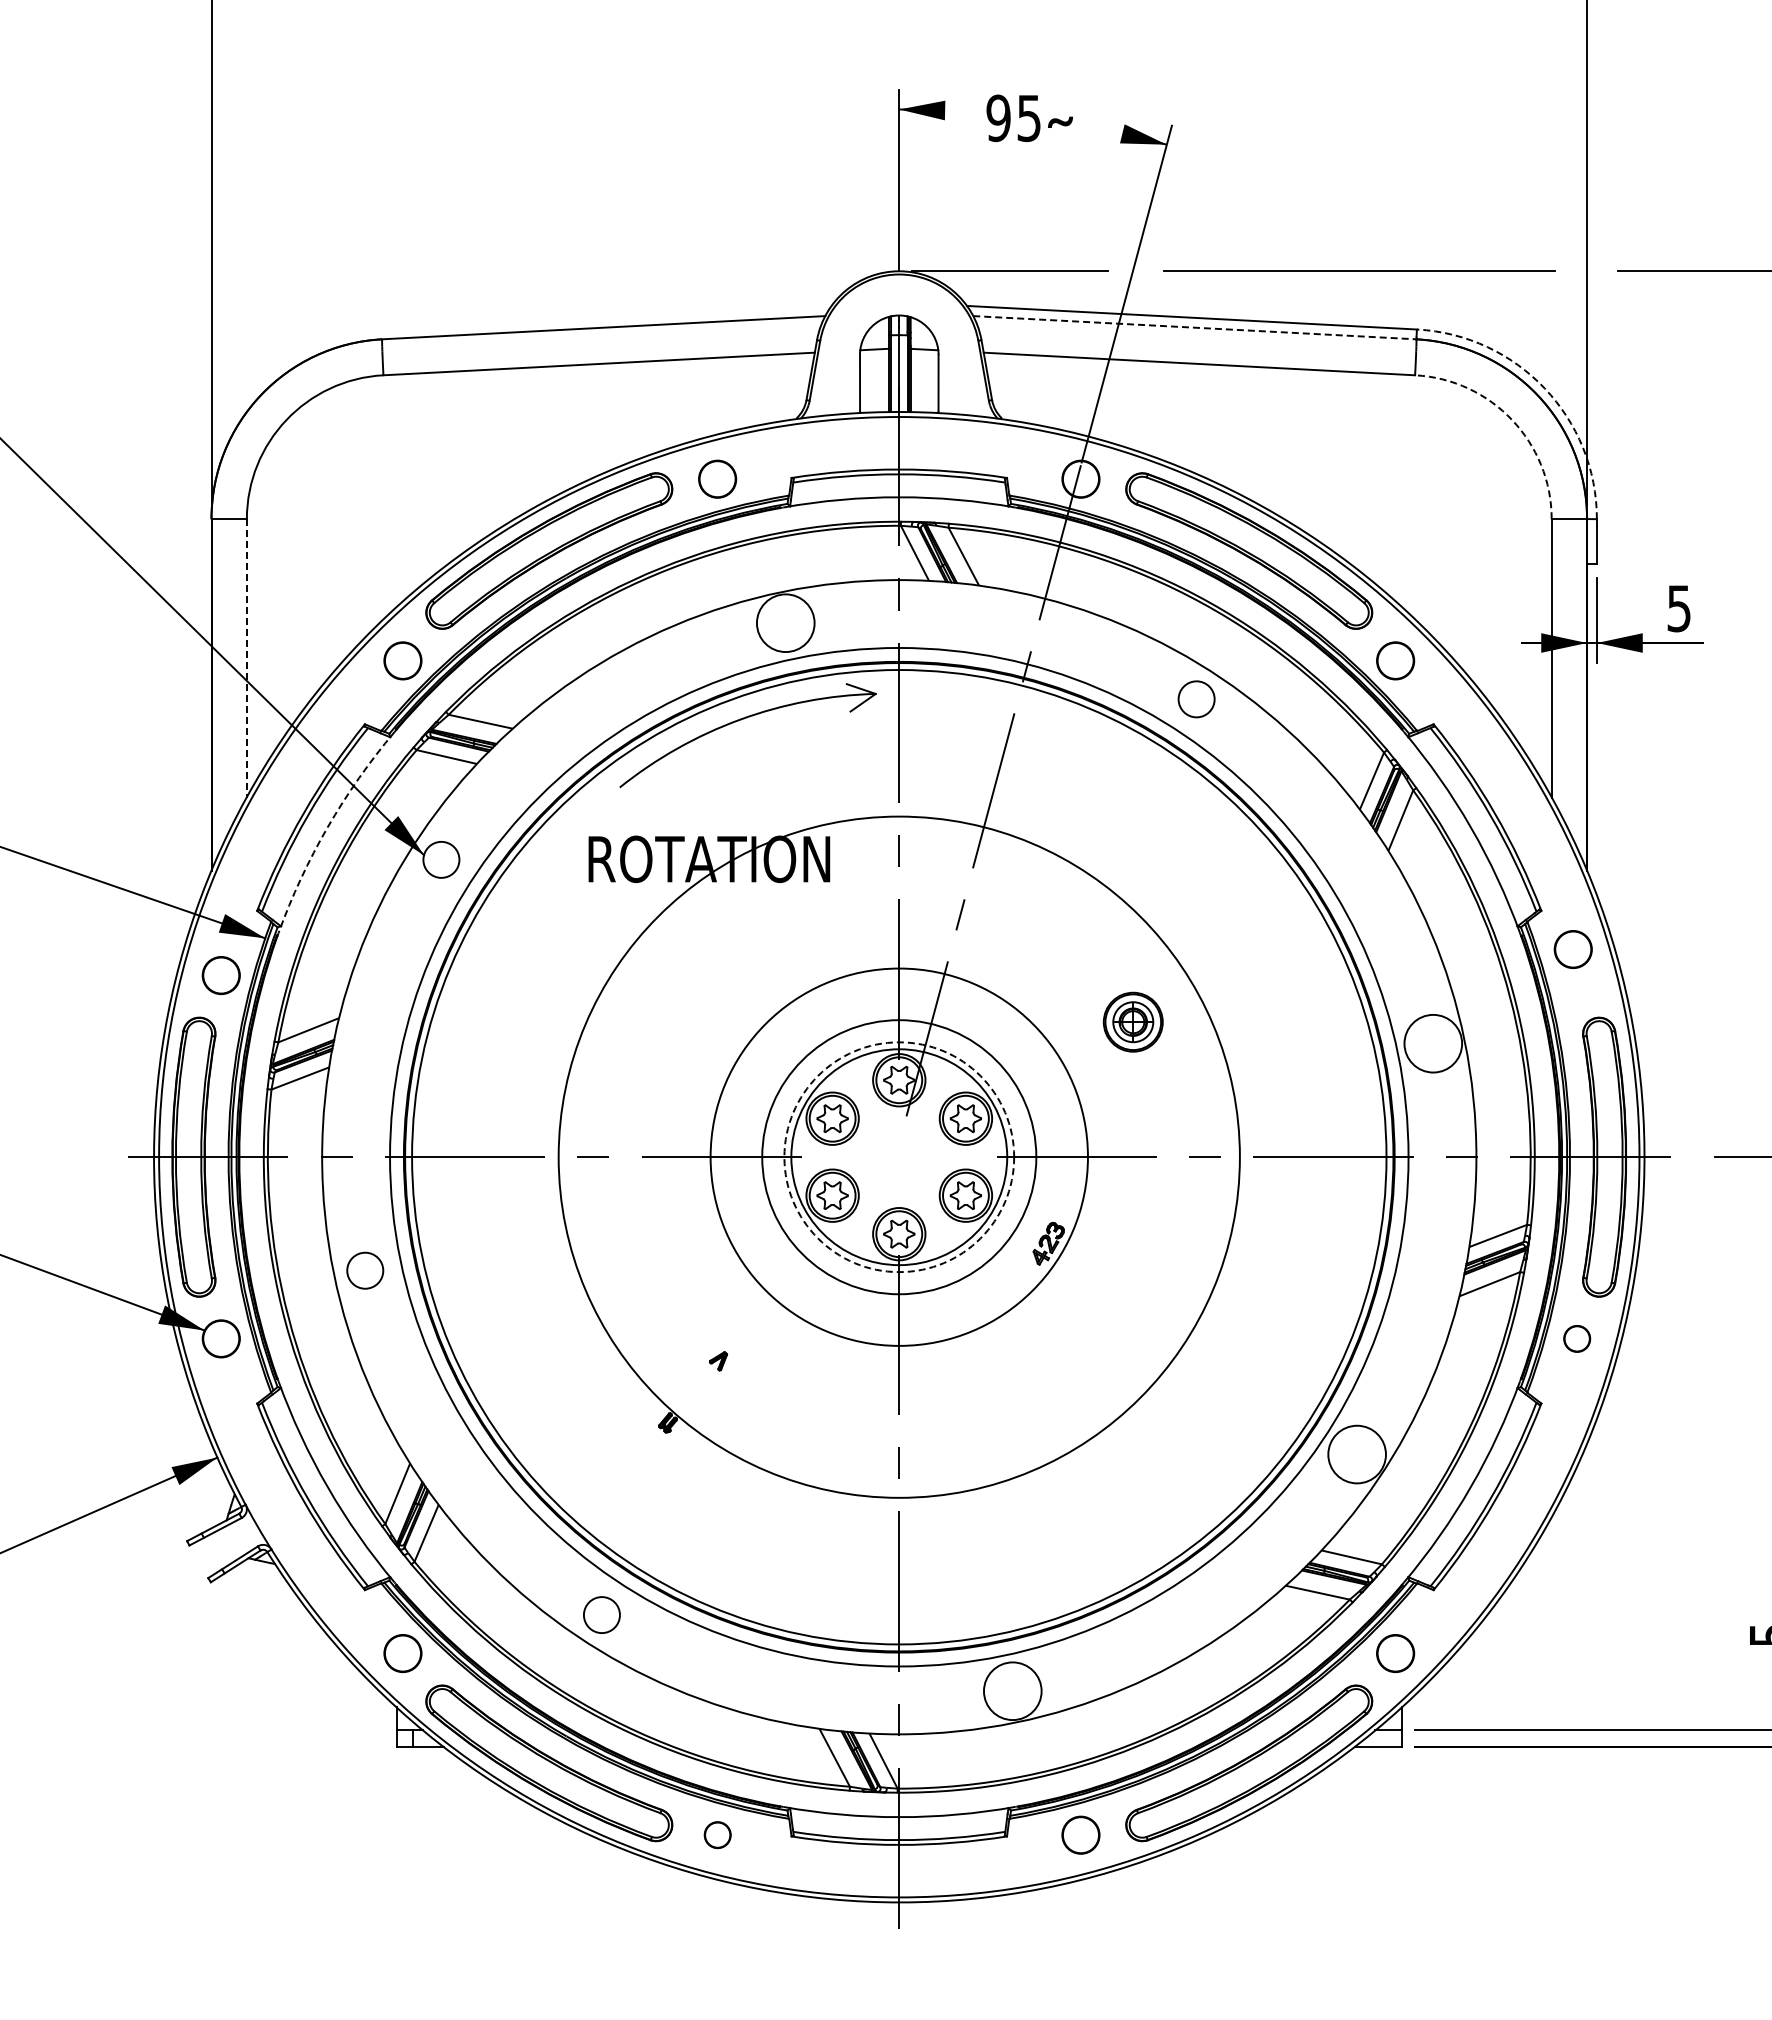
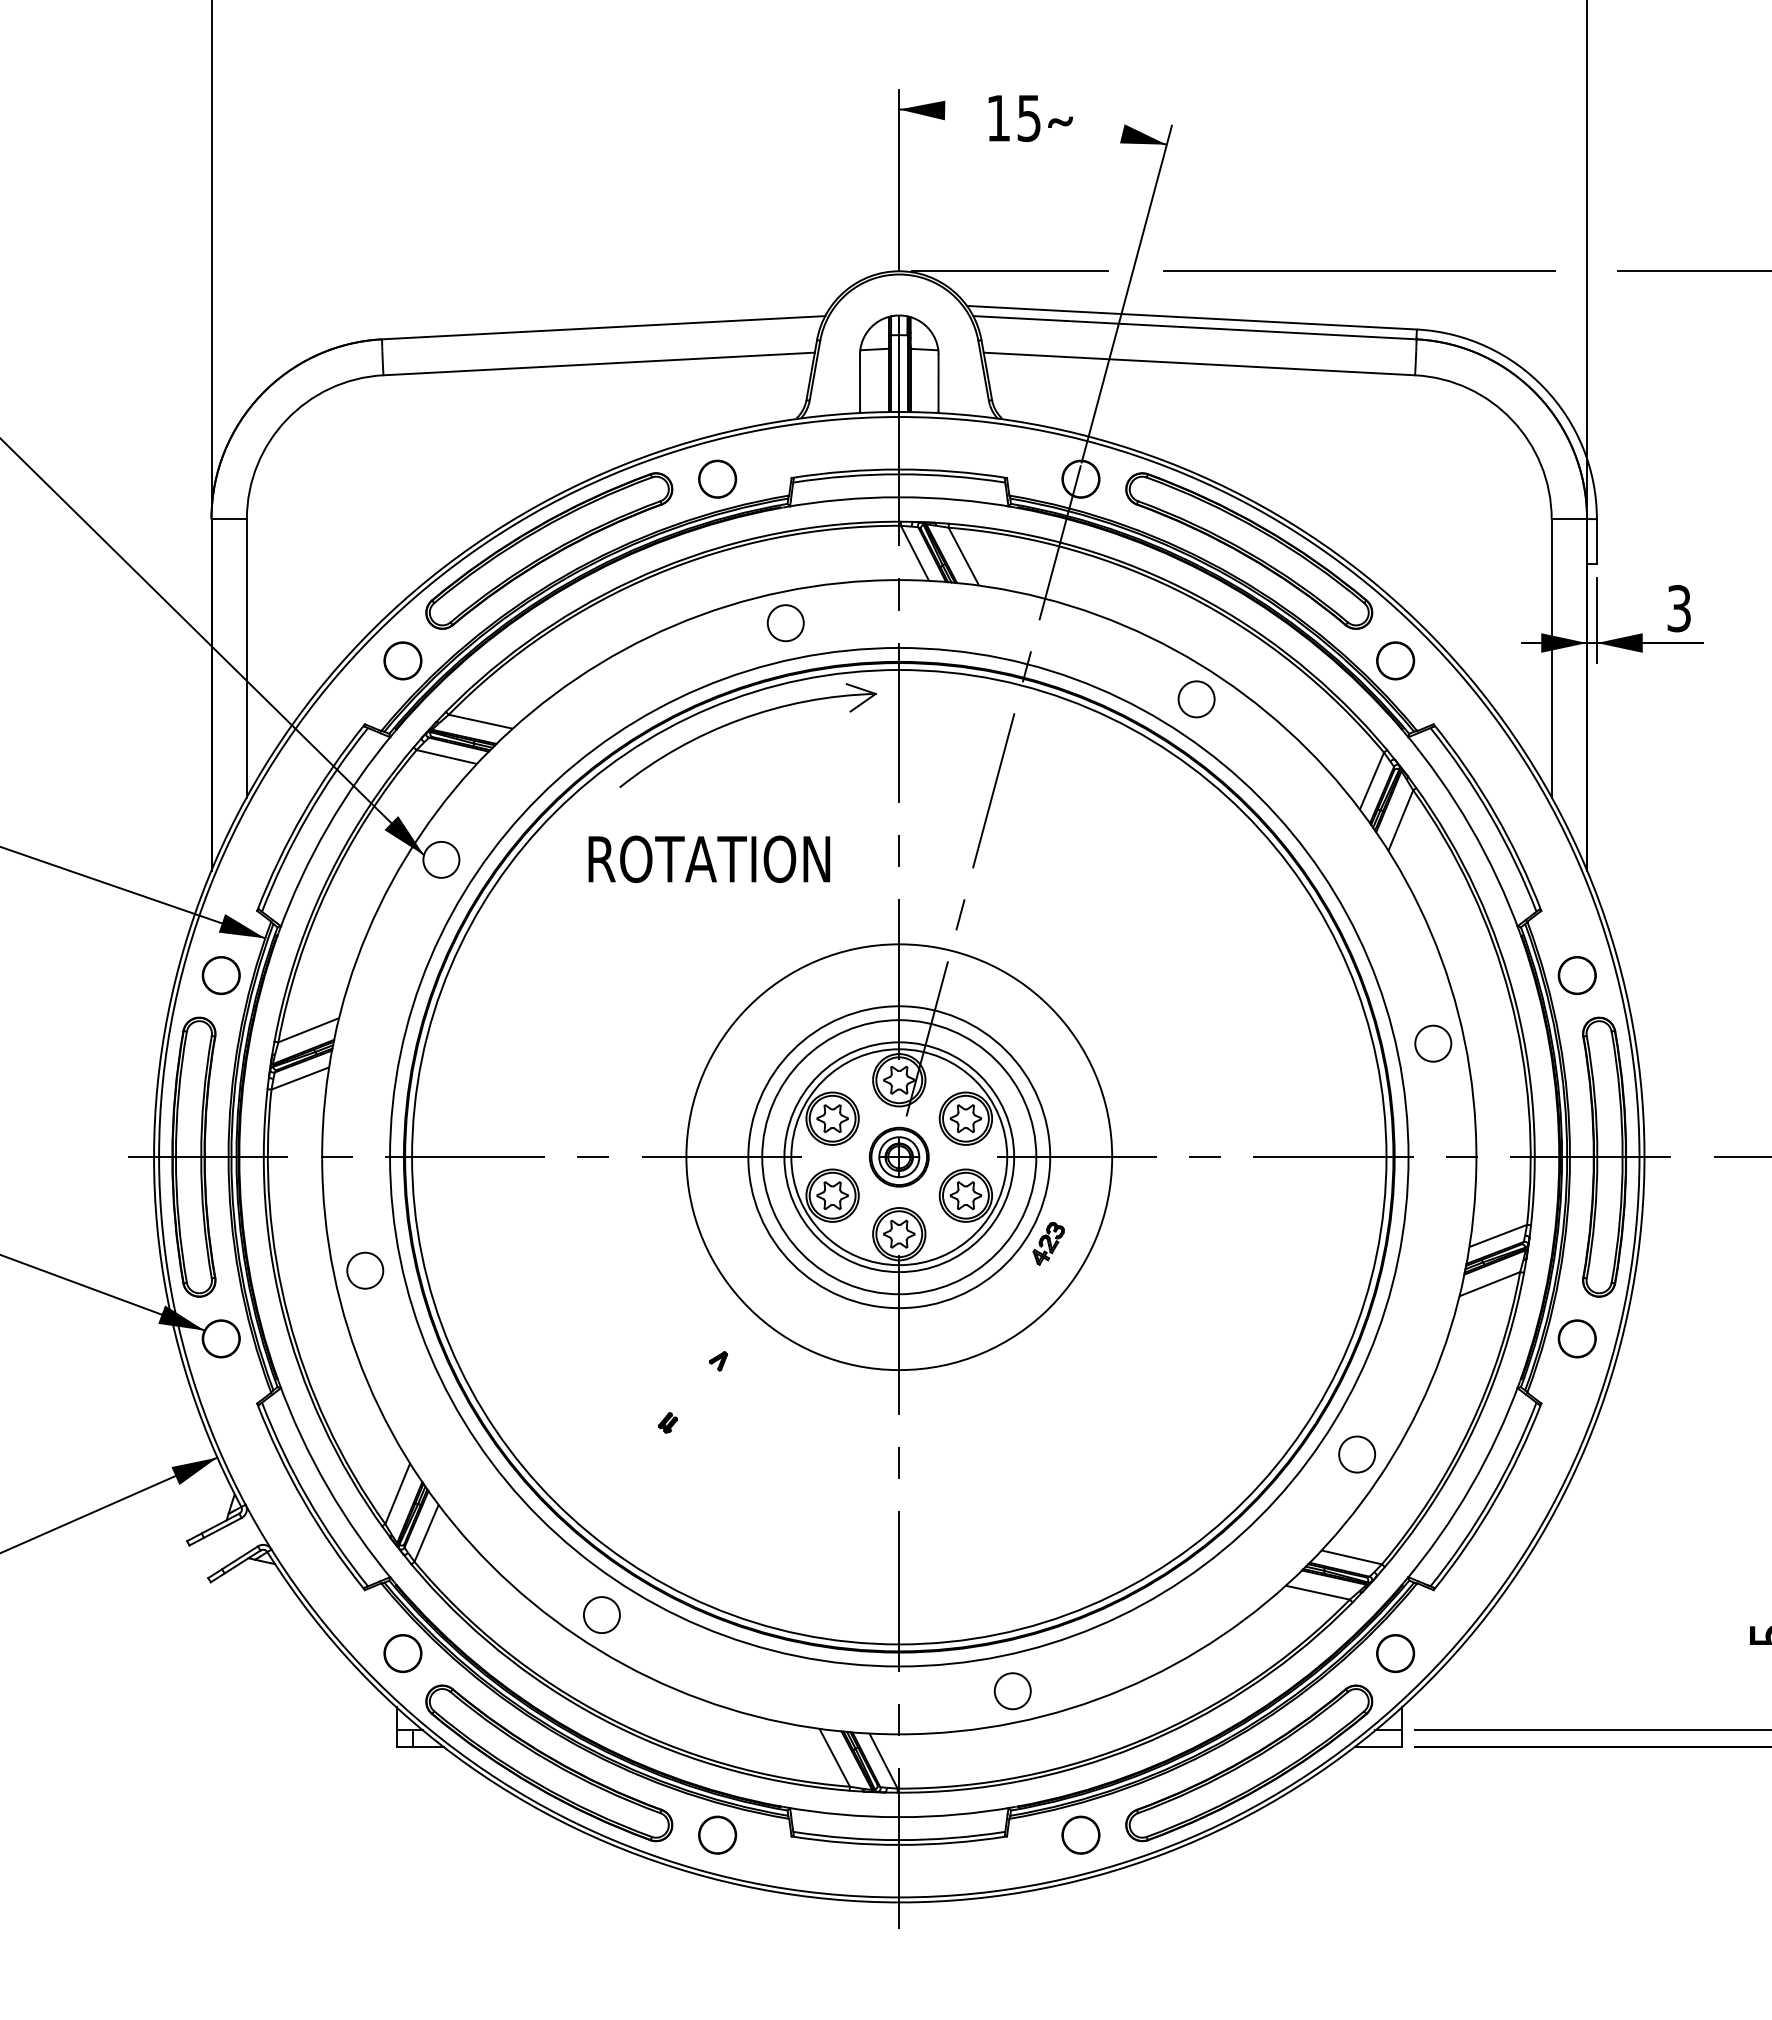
text at (998, 118): 95 -> 15
line at (1194, 327): dashed -> solid
arc at (1544, 388): dashed -> solid
arc at (1512, 420): dashed -> solid
text at (1679, 607): 5 -> 3
circle at (785, 623) diameter: 58 px -> 36 px
line at (246, 658): dashed -> solid
arc at (327, 827): dashed -> solid
circle at (1572, 949) position: (1572, 949) -> (1576, 975)
part at (1132, 1021) position: (1132, 1021) -> (898, 1156)
circle at (1433, 1043) diameter: 58 px -> 36 px
circle at (898, 1156) diameter: 377 px -> 302 px
circle at (898, 1156) diameter: 681 px -> 426 px
circle at (899, 1157): dashed -> solid
circle at (1577, 1338) size: 29x28 px -> 40x40 px
circle at (1356, 1454) diameter: 58 px -> 36 px
circle at (1012, 1691) diameter: 58 px -> 36 px
circle at (717, 1835) size: 29x29 px -> 40x40 px
